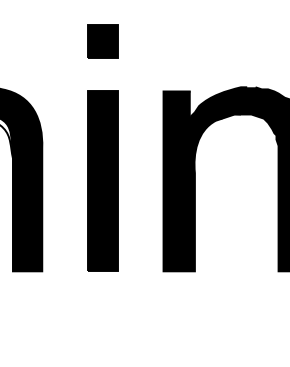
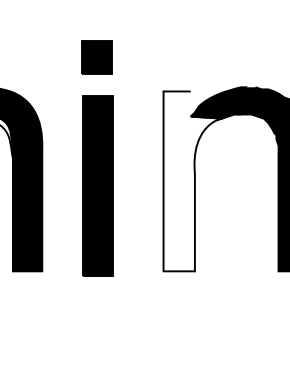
part at (102, 41) position: (102, 41) -> (96, 57)
part at (102, 180) position: (102, 180) -> (97, 185)
fill at (192, 181): present -> none
